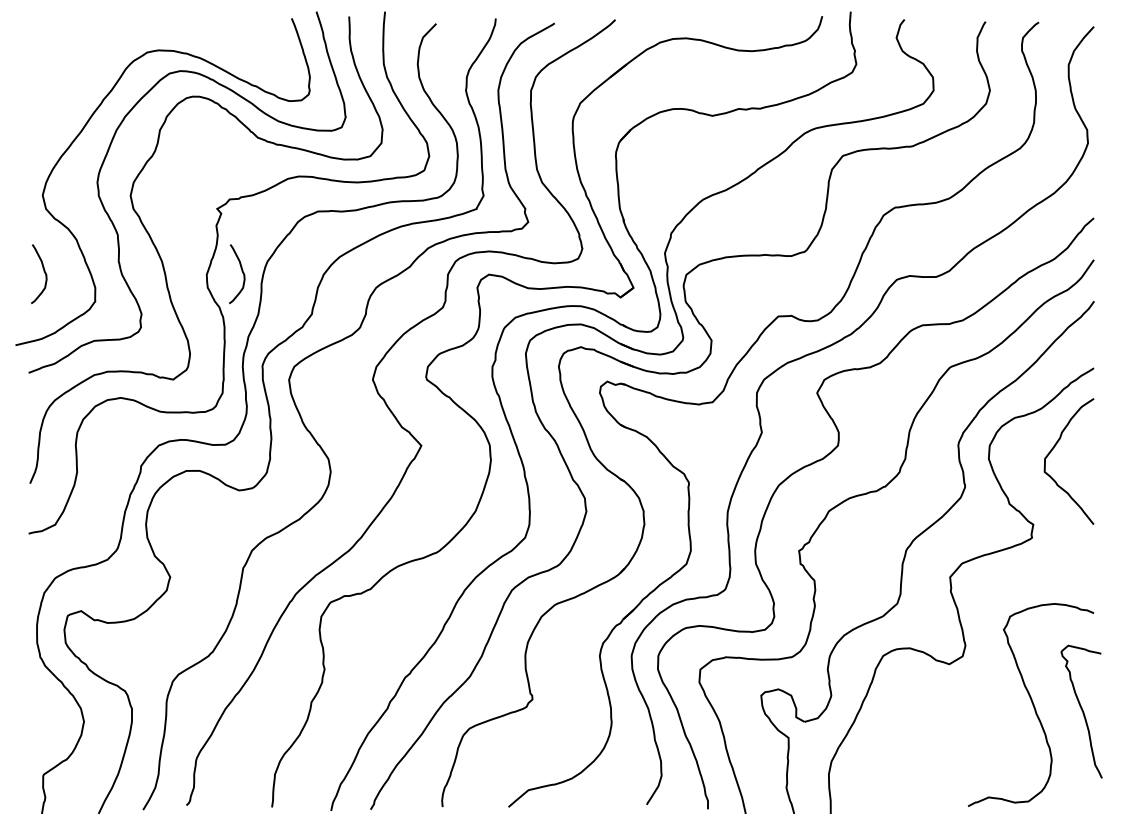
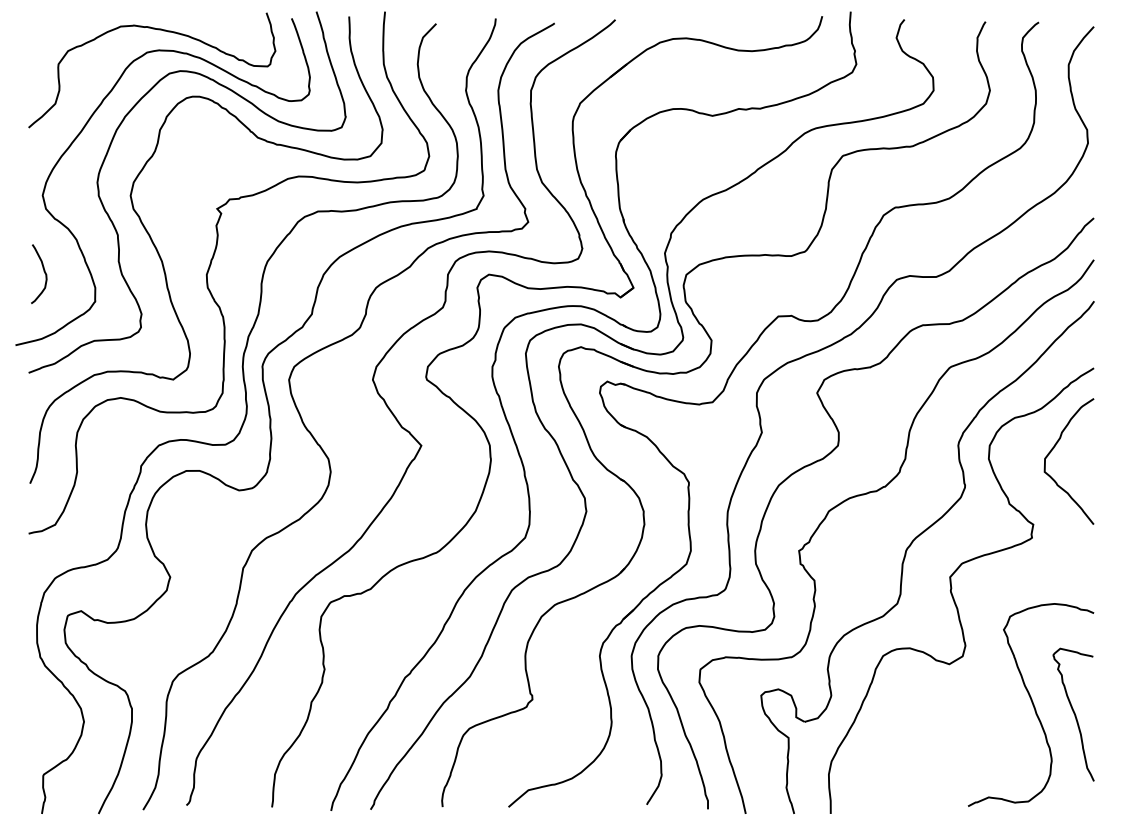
curve at (158, 30): none -> present
curve at (241, 271): present -> none
curve at (1081, 710) position: (1081, 710) -> (1073, 713)
